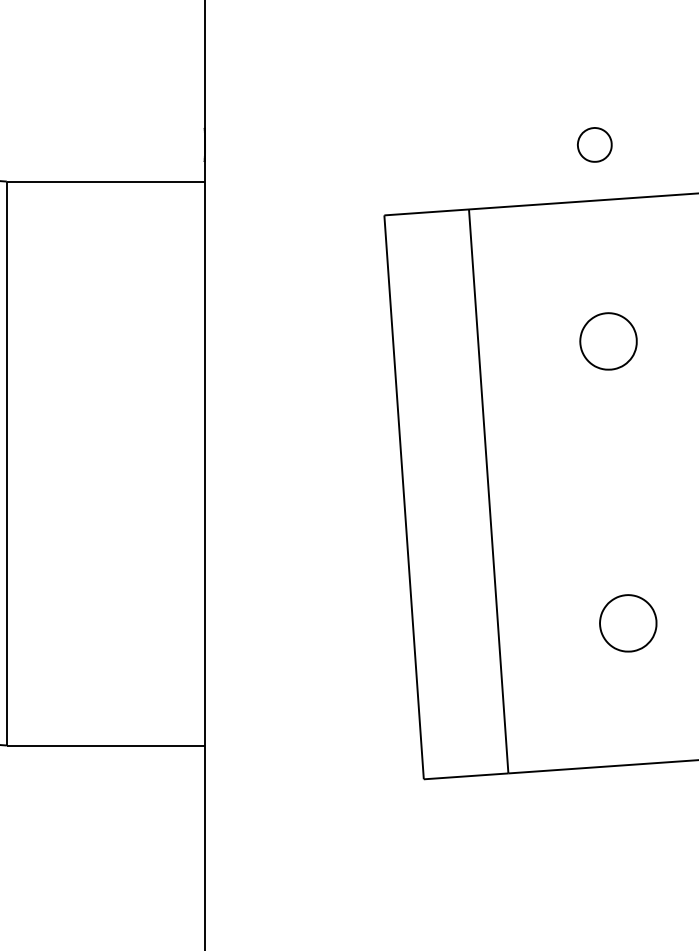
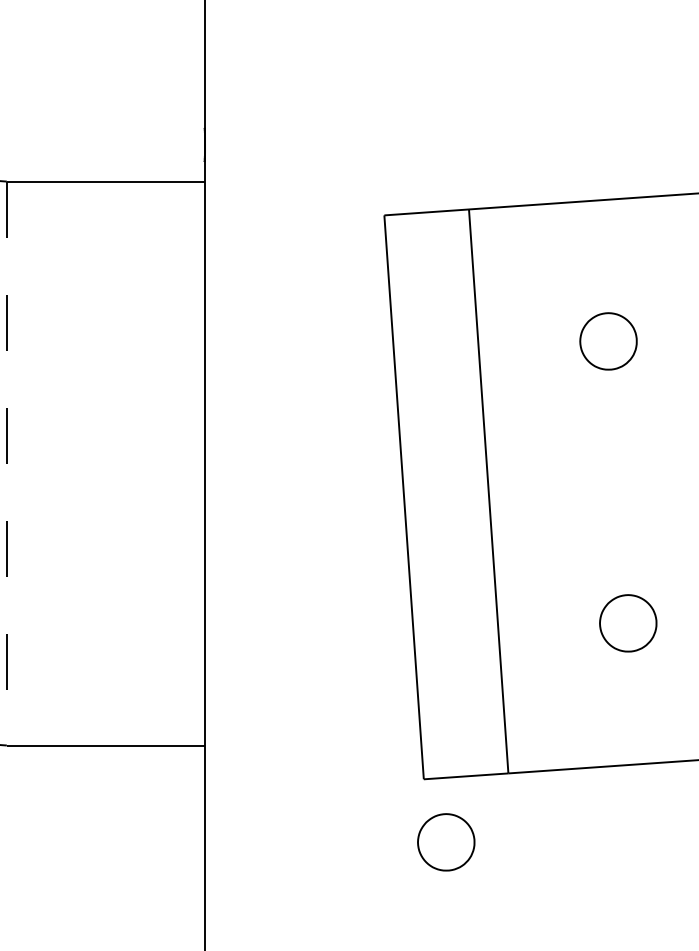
part at (594, 144): present -> none
line at (6, 463): solid -> dashed
part at (446, 842): none -> present
